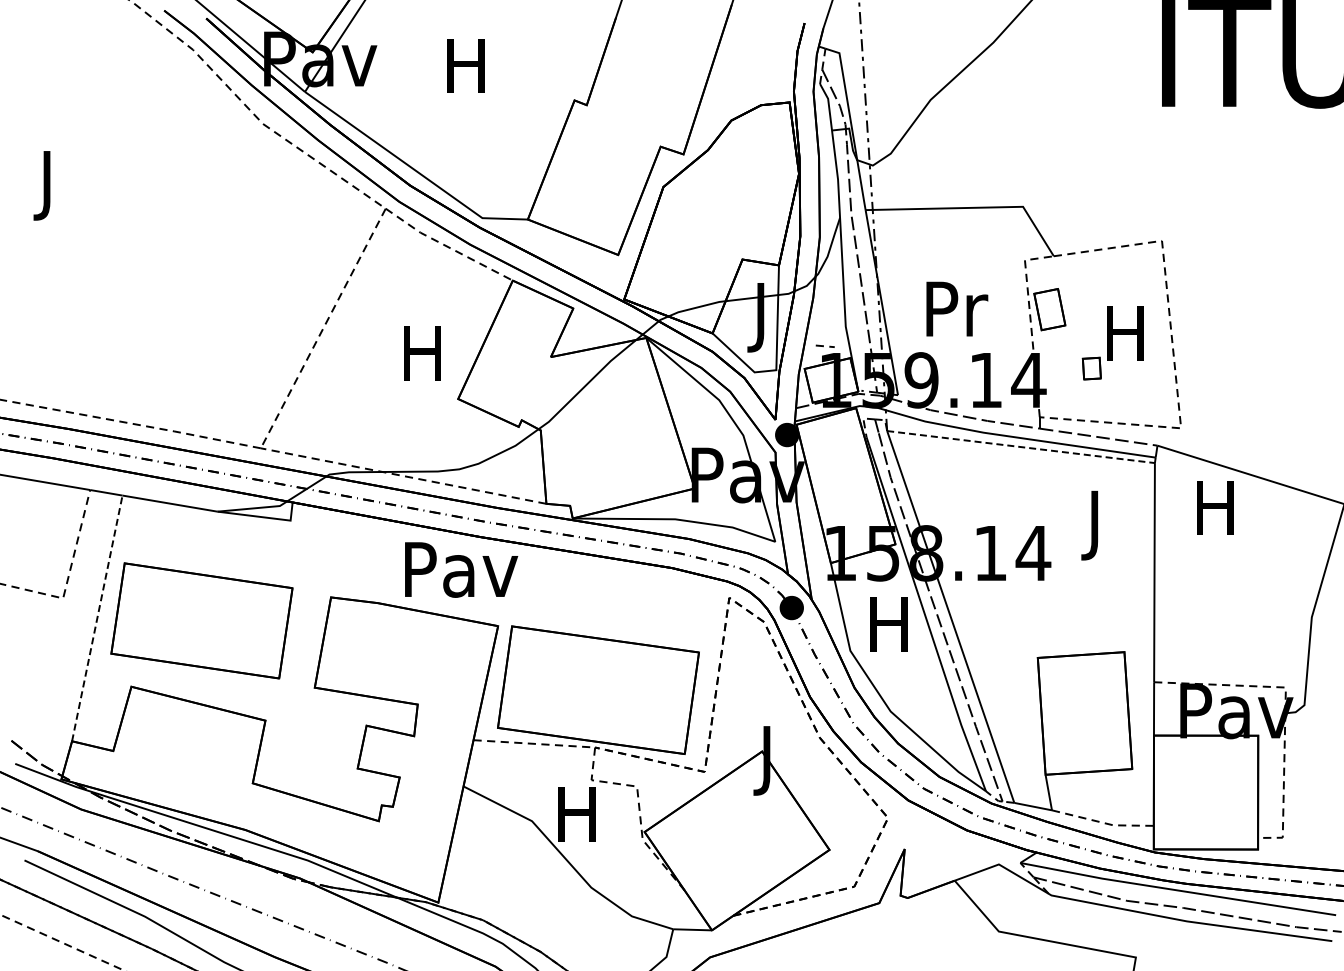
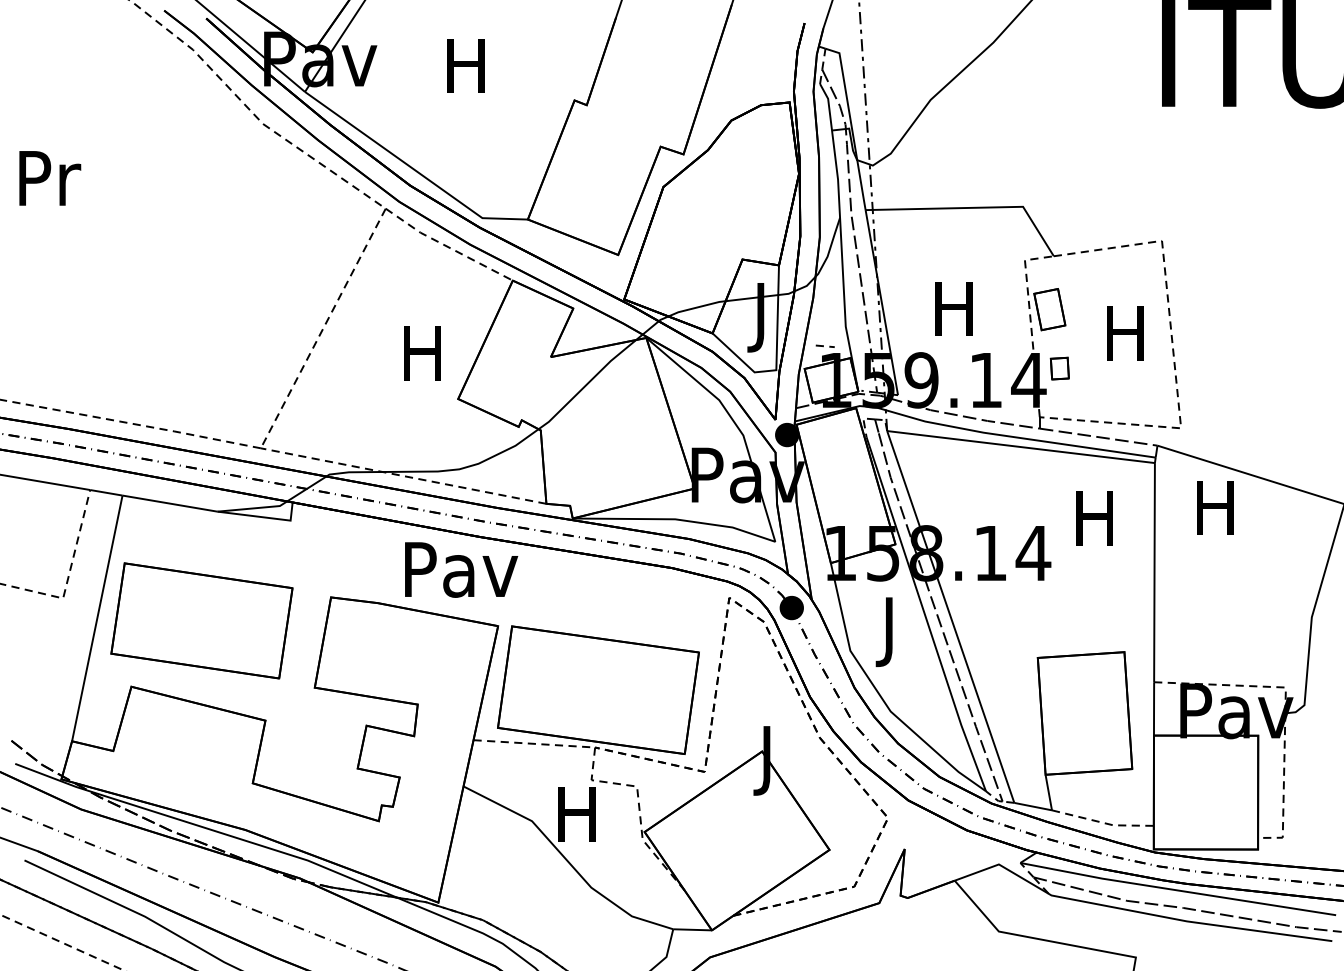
text at (50, 185): J -> Pr
text at (957, 308): Pr -> H
part at (1091, 368) position: (1091, 368) -> (1059, 368)
line at (1021, 447): dashed -> solid
text at (1094, 525): J -> H
line at (97, 617): dashed -> solid
text at (888, 632): H -> J
